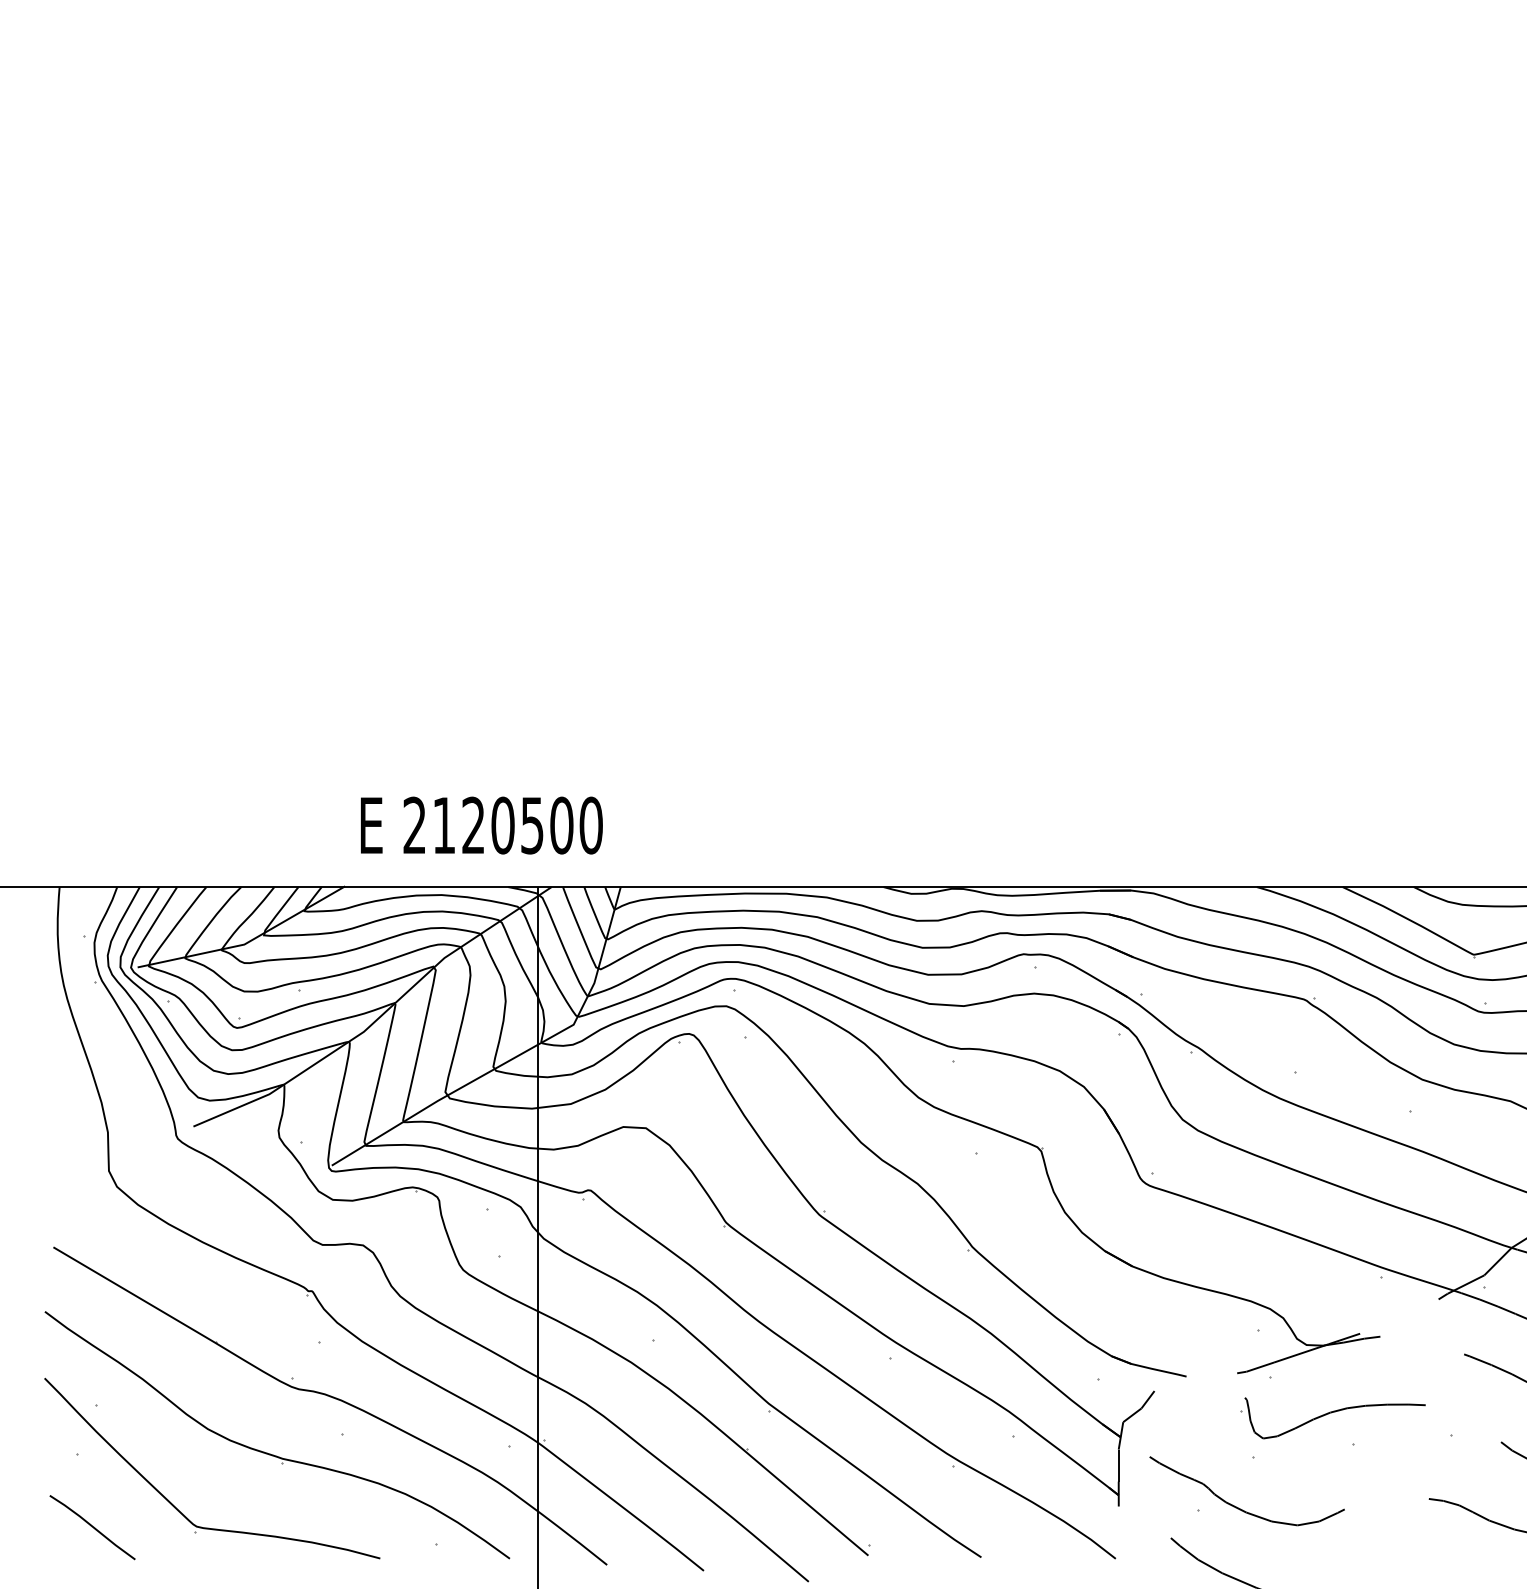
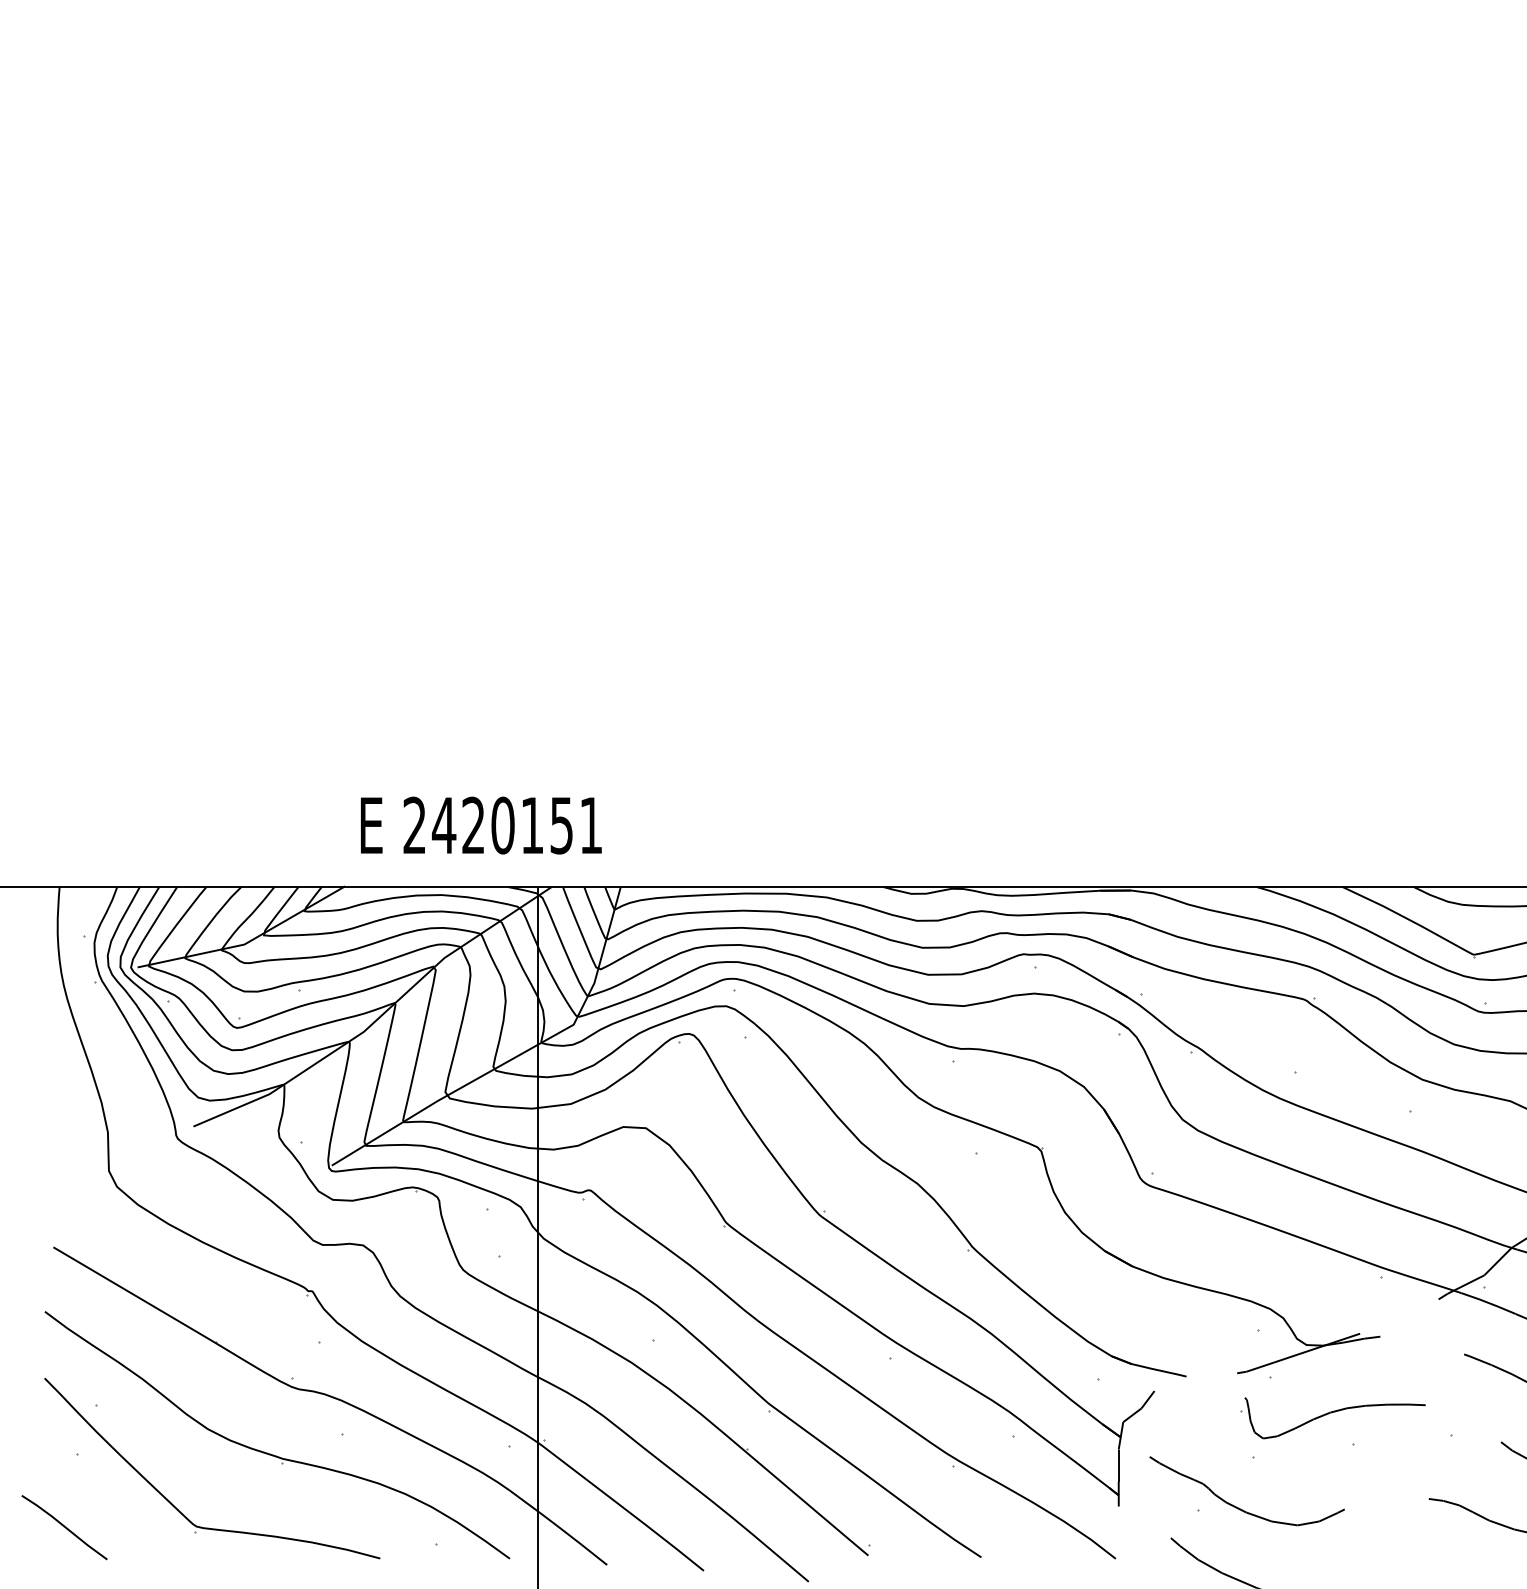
text at (516, 825): 2120500 -> 2420151
line at (92, 1527) position: (92, 1527) -> (64, 1527)
